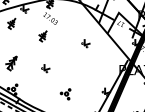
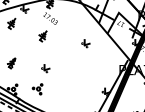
part at (11, 63) size: 13x17 px -> 10x13 px
part at (65, 94) position: (65, 94) -> (37, 89)
